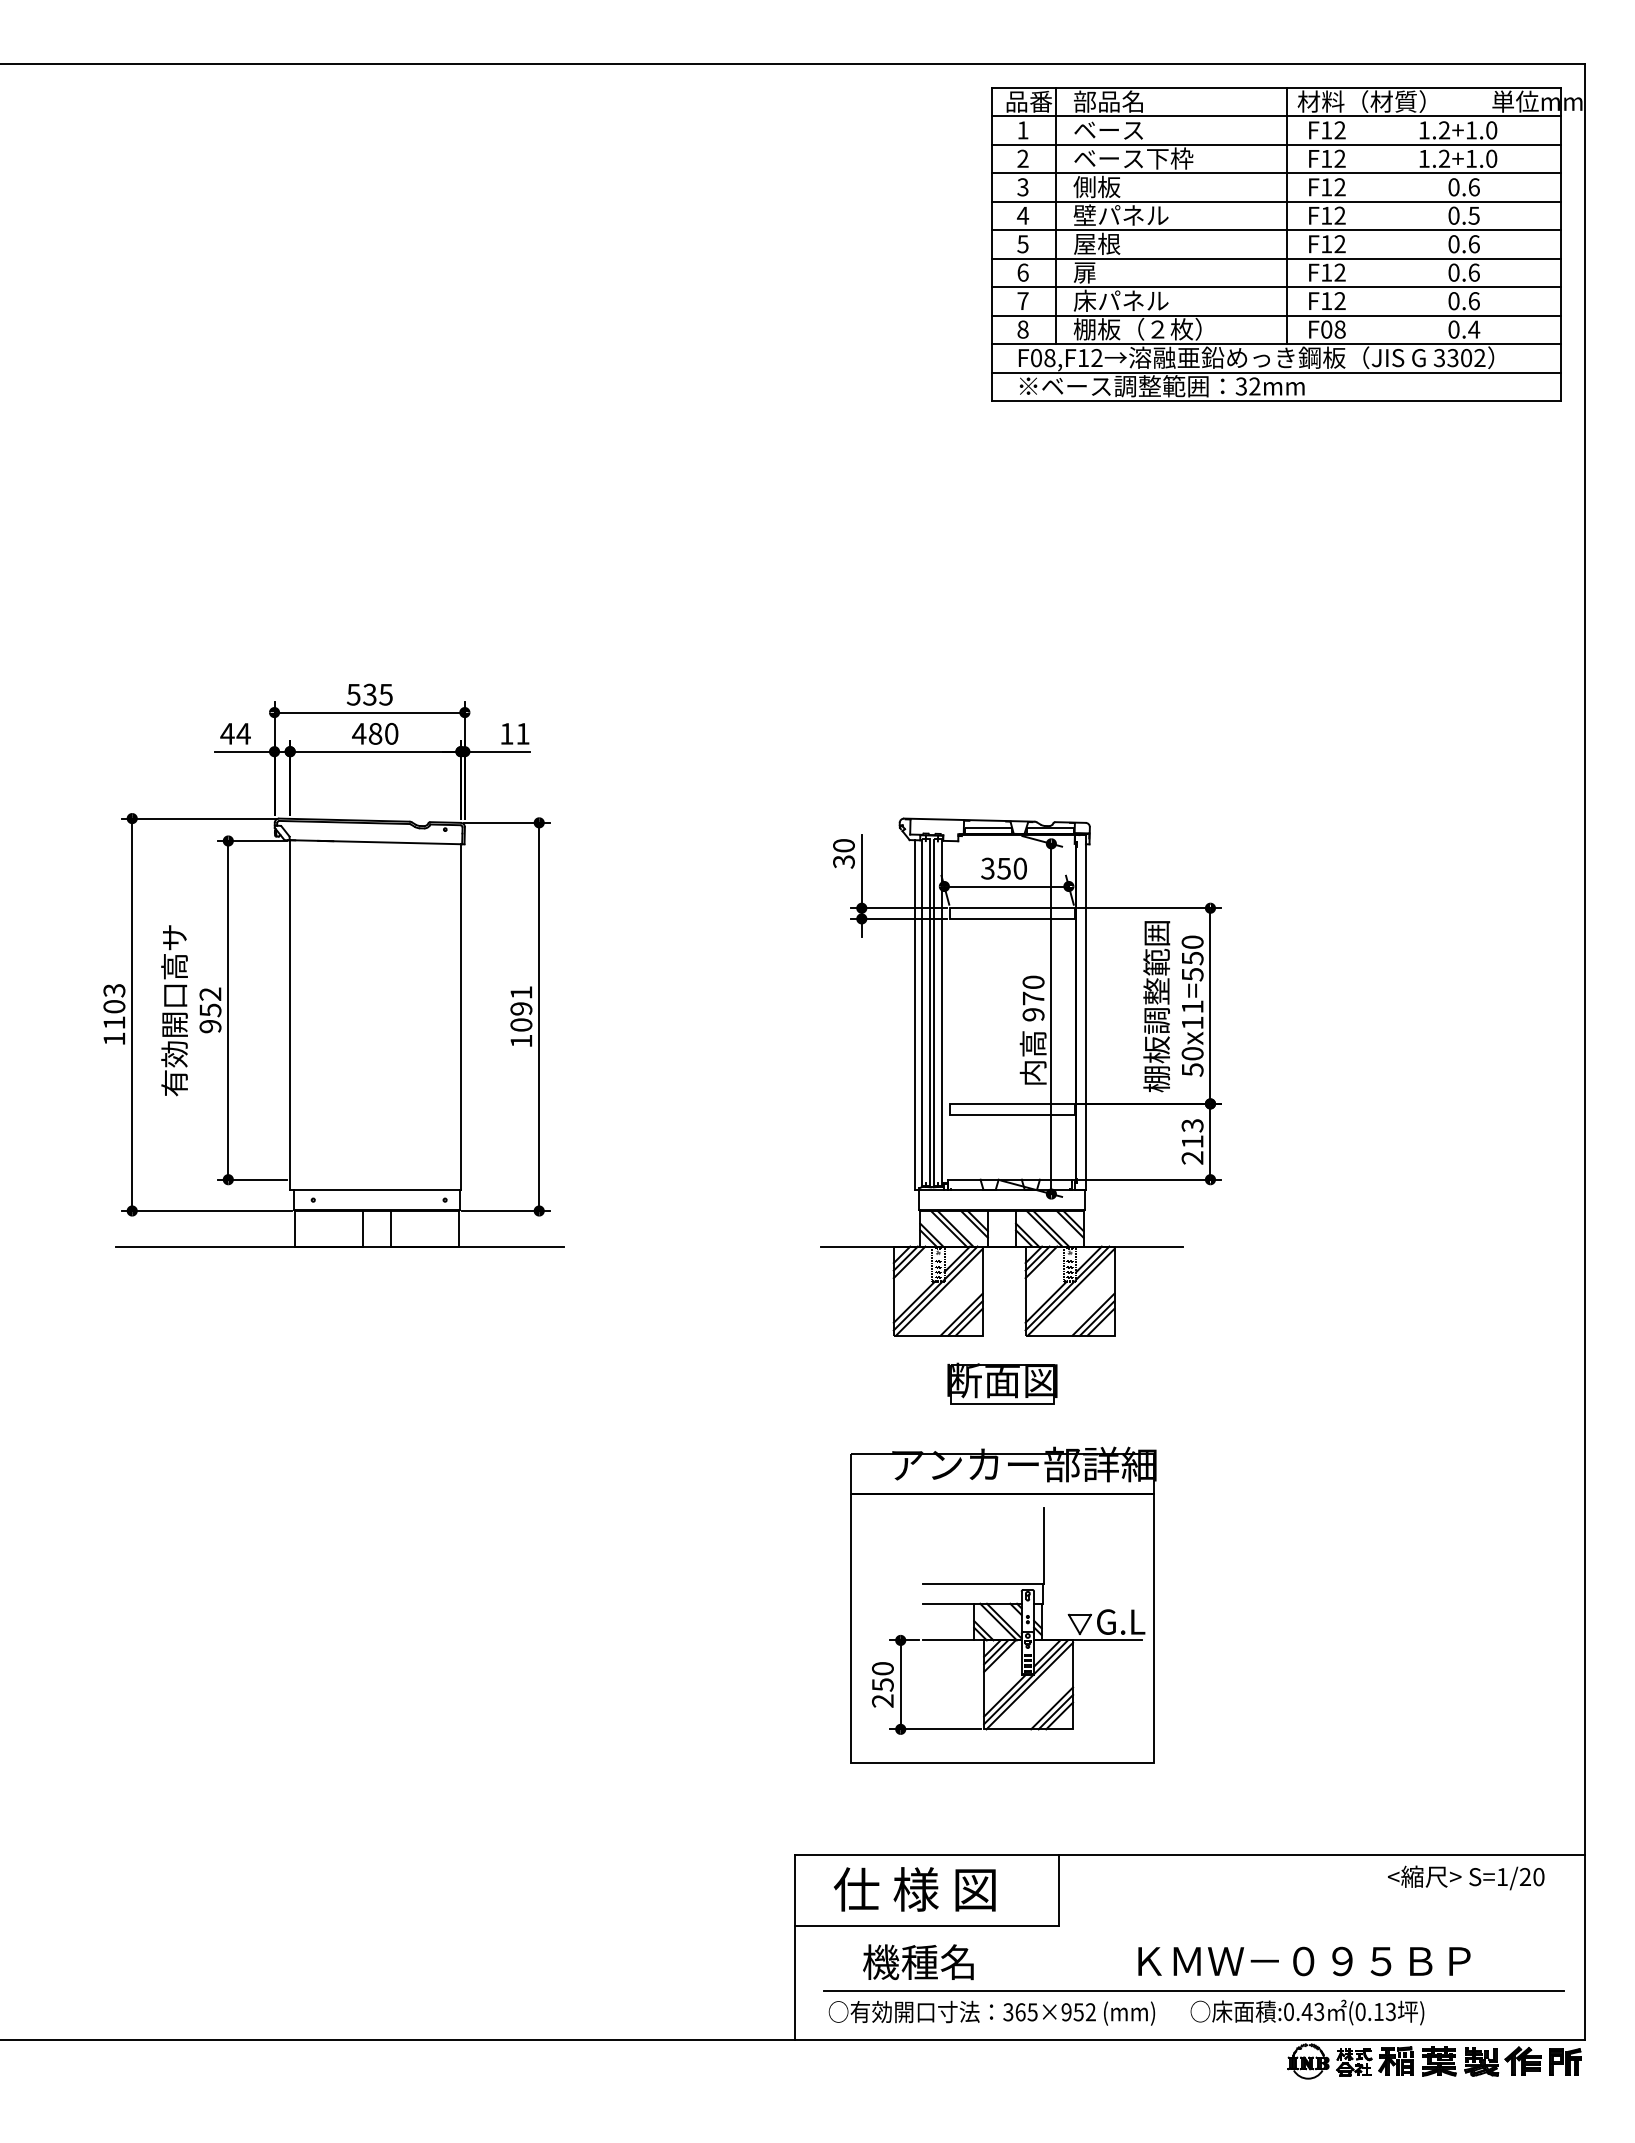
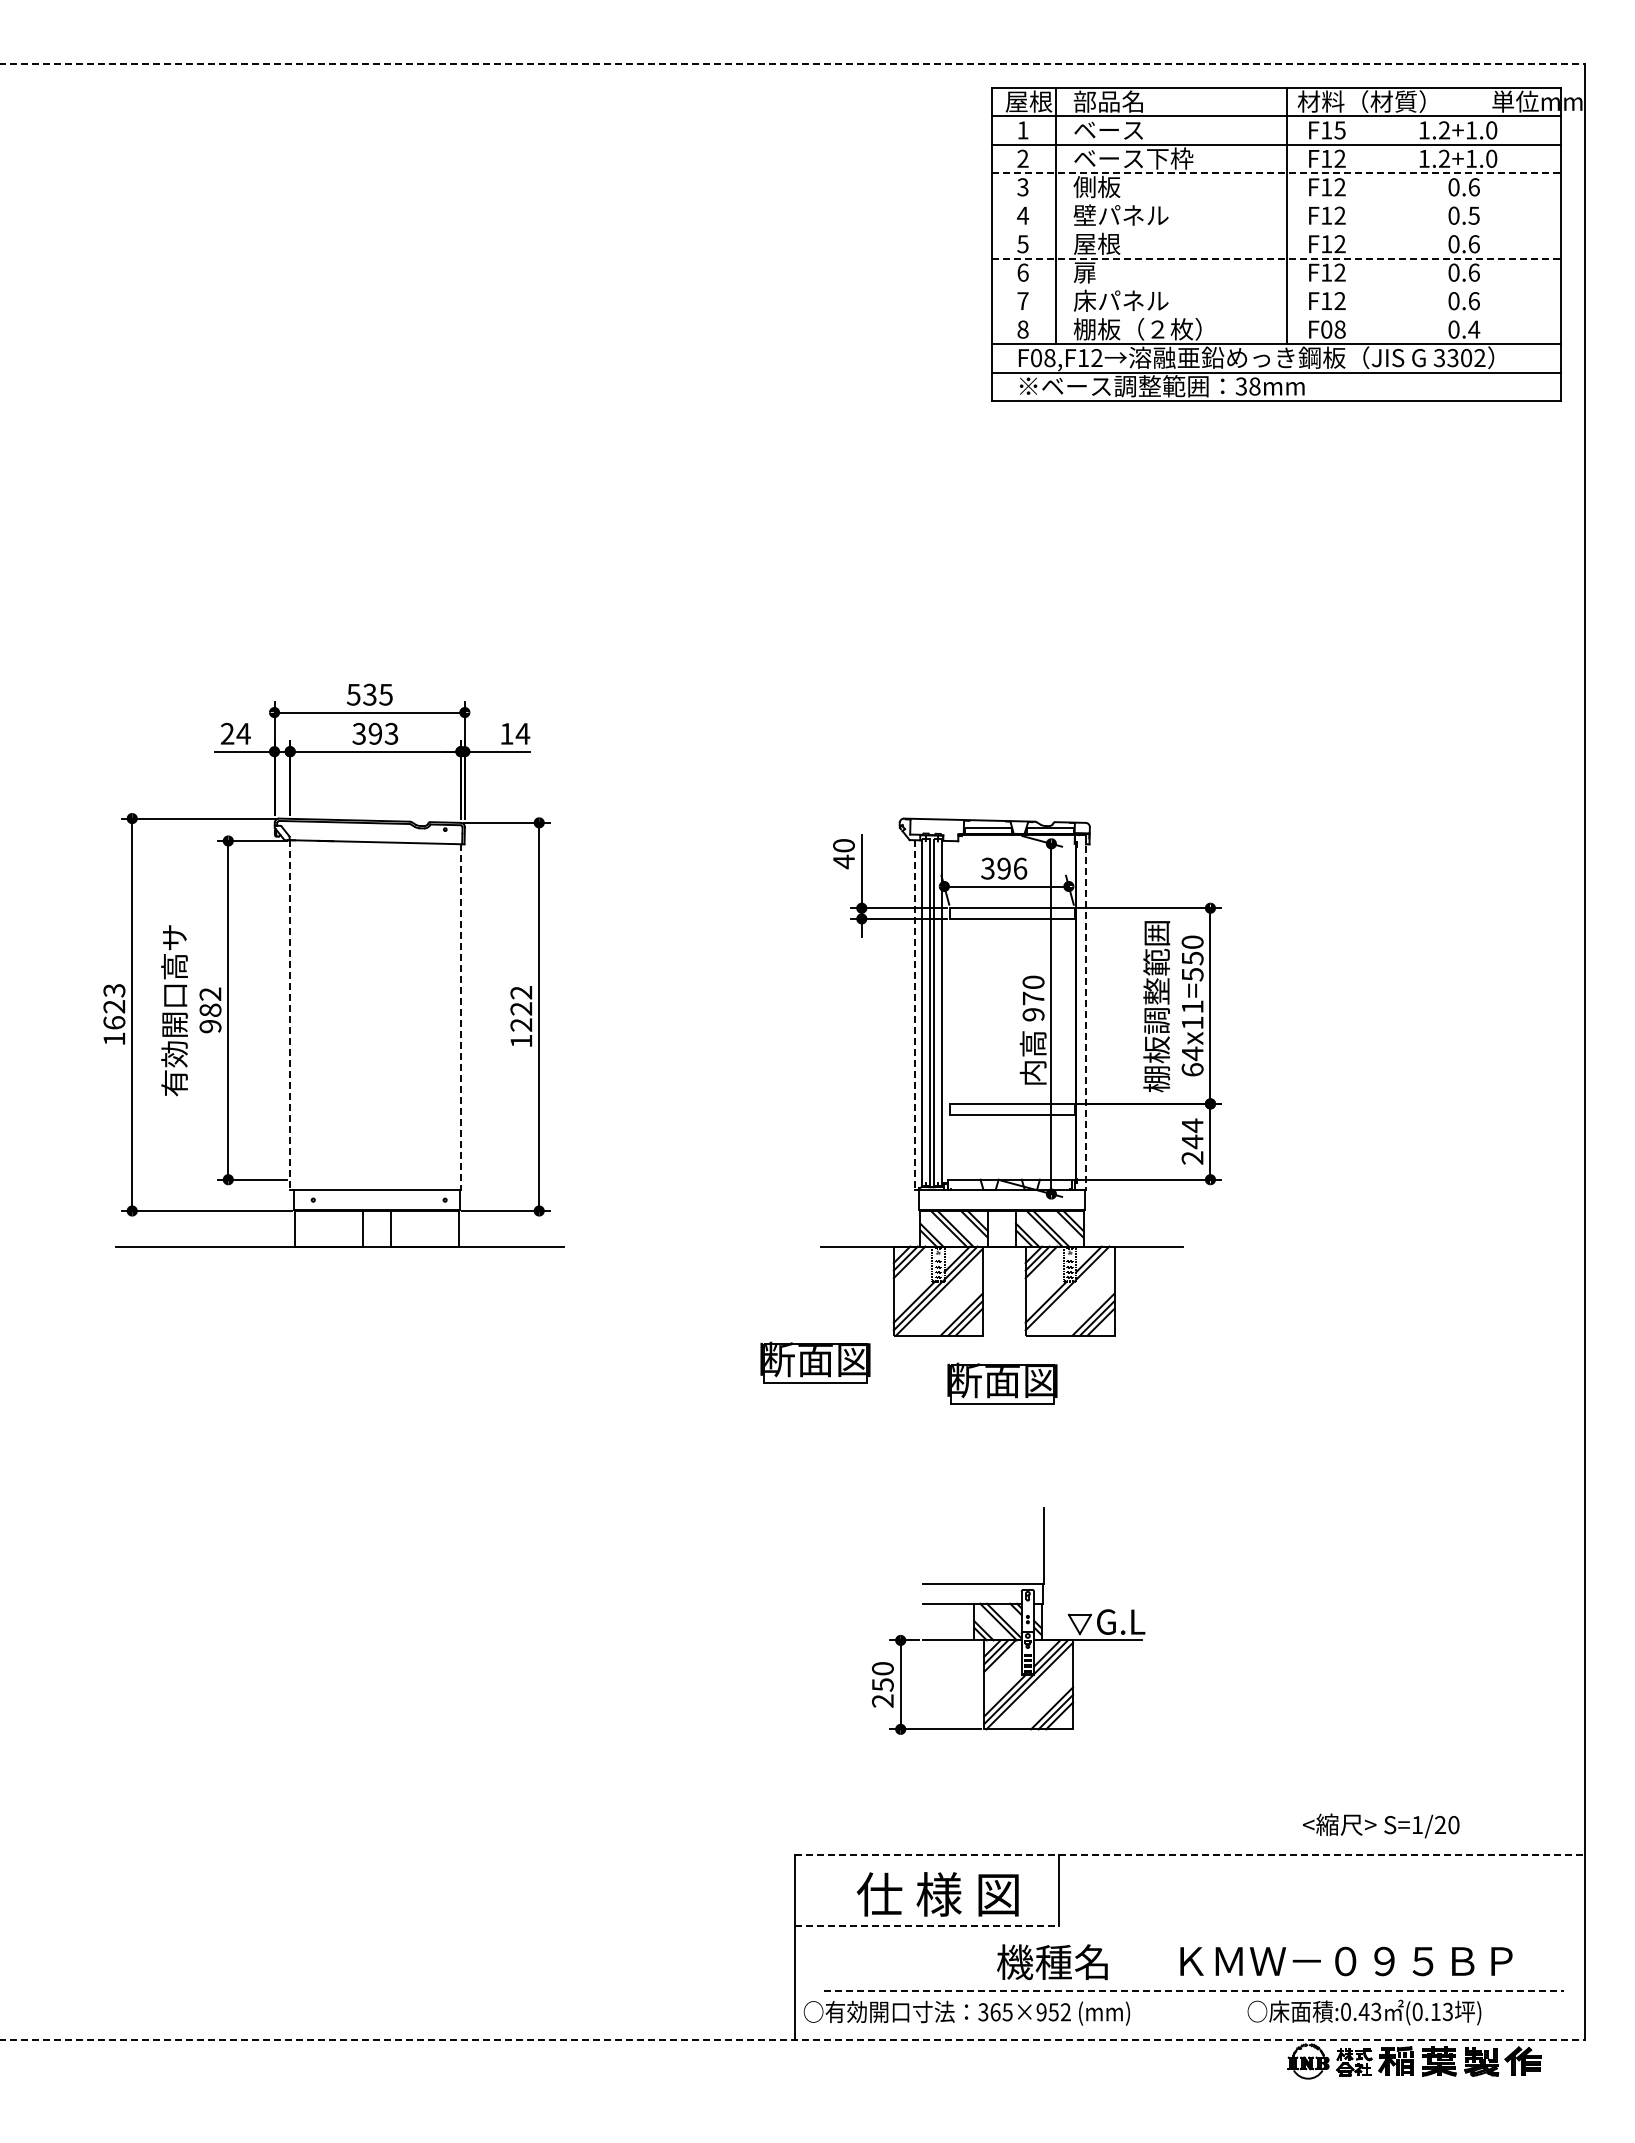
line at (793, 64): solid -> dashed
text at (1028, 101): 品番 -> 屋根
text at (1339, 130): F12 -> F15
line at (1276, 173): solid -> dashed
line at (1276, 201): present -> none
line at (1276, 230): present -> none
line at (1276, 258): solid -> dashed
line at (1276, 287): present -> none
line at (1276, 315): present -> none
text at (1254, 386): 32mm -> 38mm
text at (227, 733): 44 -> 24
text at (375, 733): 480 -> 393
text at (522, 733): 11 -> 14
text at (843, 861): 30 -> 40
text at (1012, 868): 350 -> 396
text at (521, 1008): 1091 -> 1222
text at (210, 1010): 952 -> 982
line at (1085, 1012): solid -> dashed
text at (114, 1014): 1103 -> 1623
line at (290, 1015): solid -> dashed
line at (915, 1015): solid -> dashed
line at (460, 1017): solid -> dashed
text at (1192, 1061): 50x11=550 -> 64x11=550
text at (1192, 1133): 213 -> 244
line at (1070, 1291): present -> none
part at (815, 1362): none -> present
part at (1003, 1604): present -> none
line at (1190, 1854): solid -> dashed
text at (1466, 1877) position: (1466, 1877) -> (1381, 1825)
text at (914, 1889) position: (914, 1889) -> (937, 1894)
line at (926, 1925): solid -> dashed
text at (1304, 1961) position: (1304, 1961) -> (1346, 1961)
text at (918, 1962) position: (918, 1962) -> (1052, 1962)
line at (1194, 1990): solid -> dashed
text at (991, 2012) position: (991, 2012) -> (966, 2012)
text at (1307, 2012) position: (1307, 2012) -> (1364, 2012)
line at (793, 2039): solid -> dashed
part at (1565, 2061): present -> none
